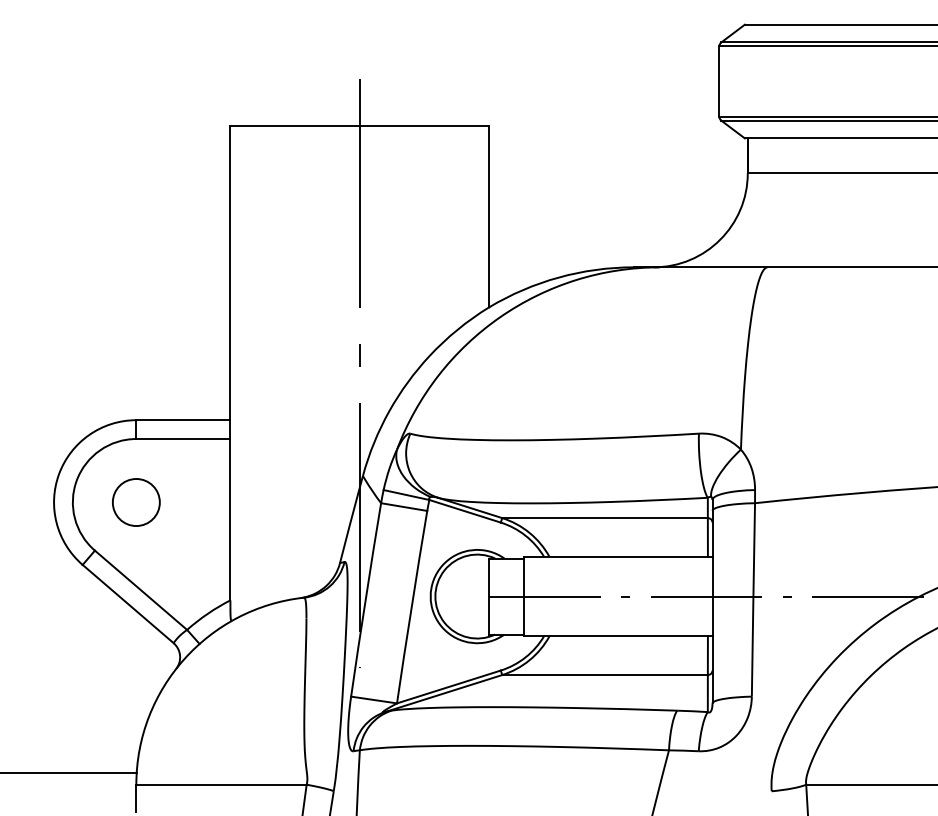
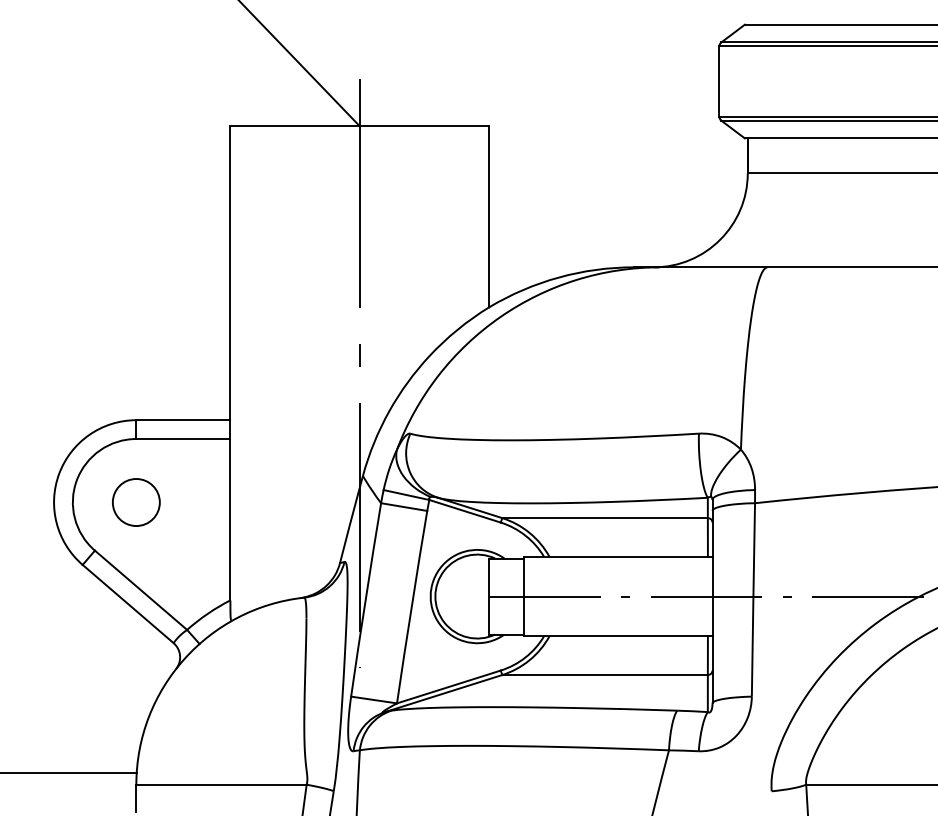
line at (299, 64): none -> present
